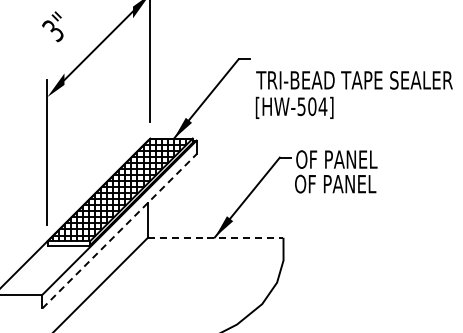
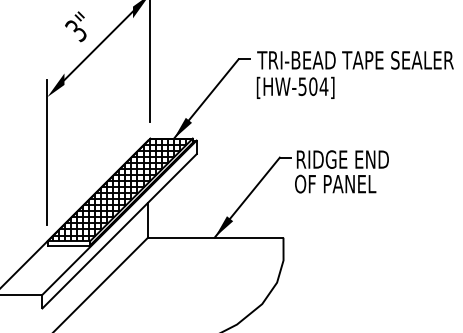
text at (52, 26) position: (52, 26) -> (75, 26)
text at (353, 94) position: (353, 94) -> (354, 74)
text at (342, 159): OF PANEL -> RIDGE END
line at (119, 230): dashed -> solid
line at (215, 237): dashed -> solid
